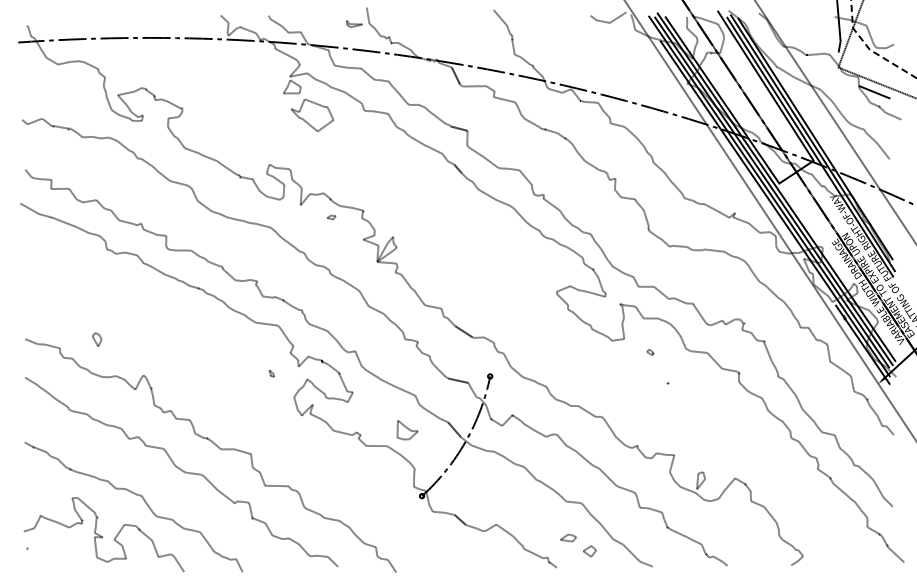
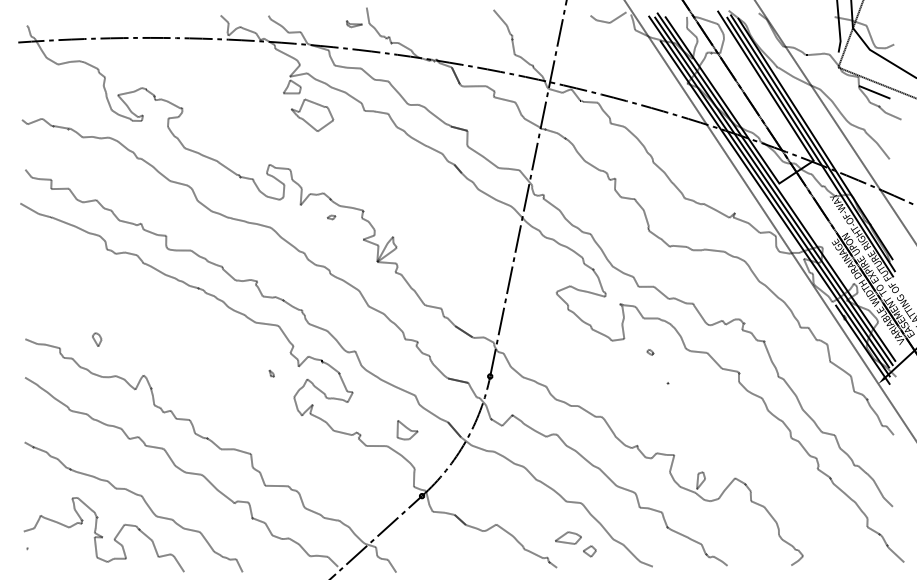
line at (869, 48): dashed -> solid
line at (528, 189): none -> present
line at (377, 536): none -> present
part at (568, 537) size: 17x10 px -> 27x14 px
